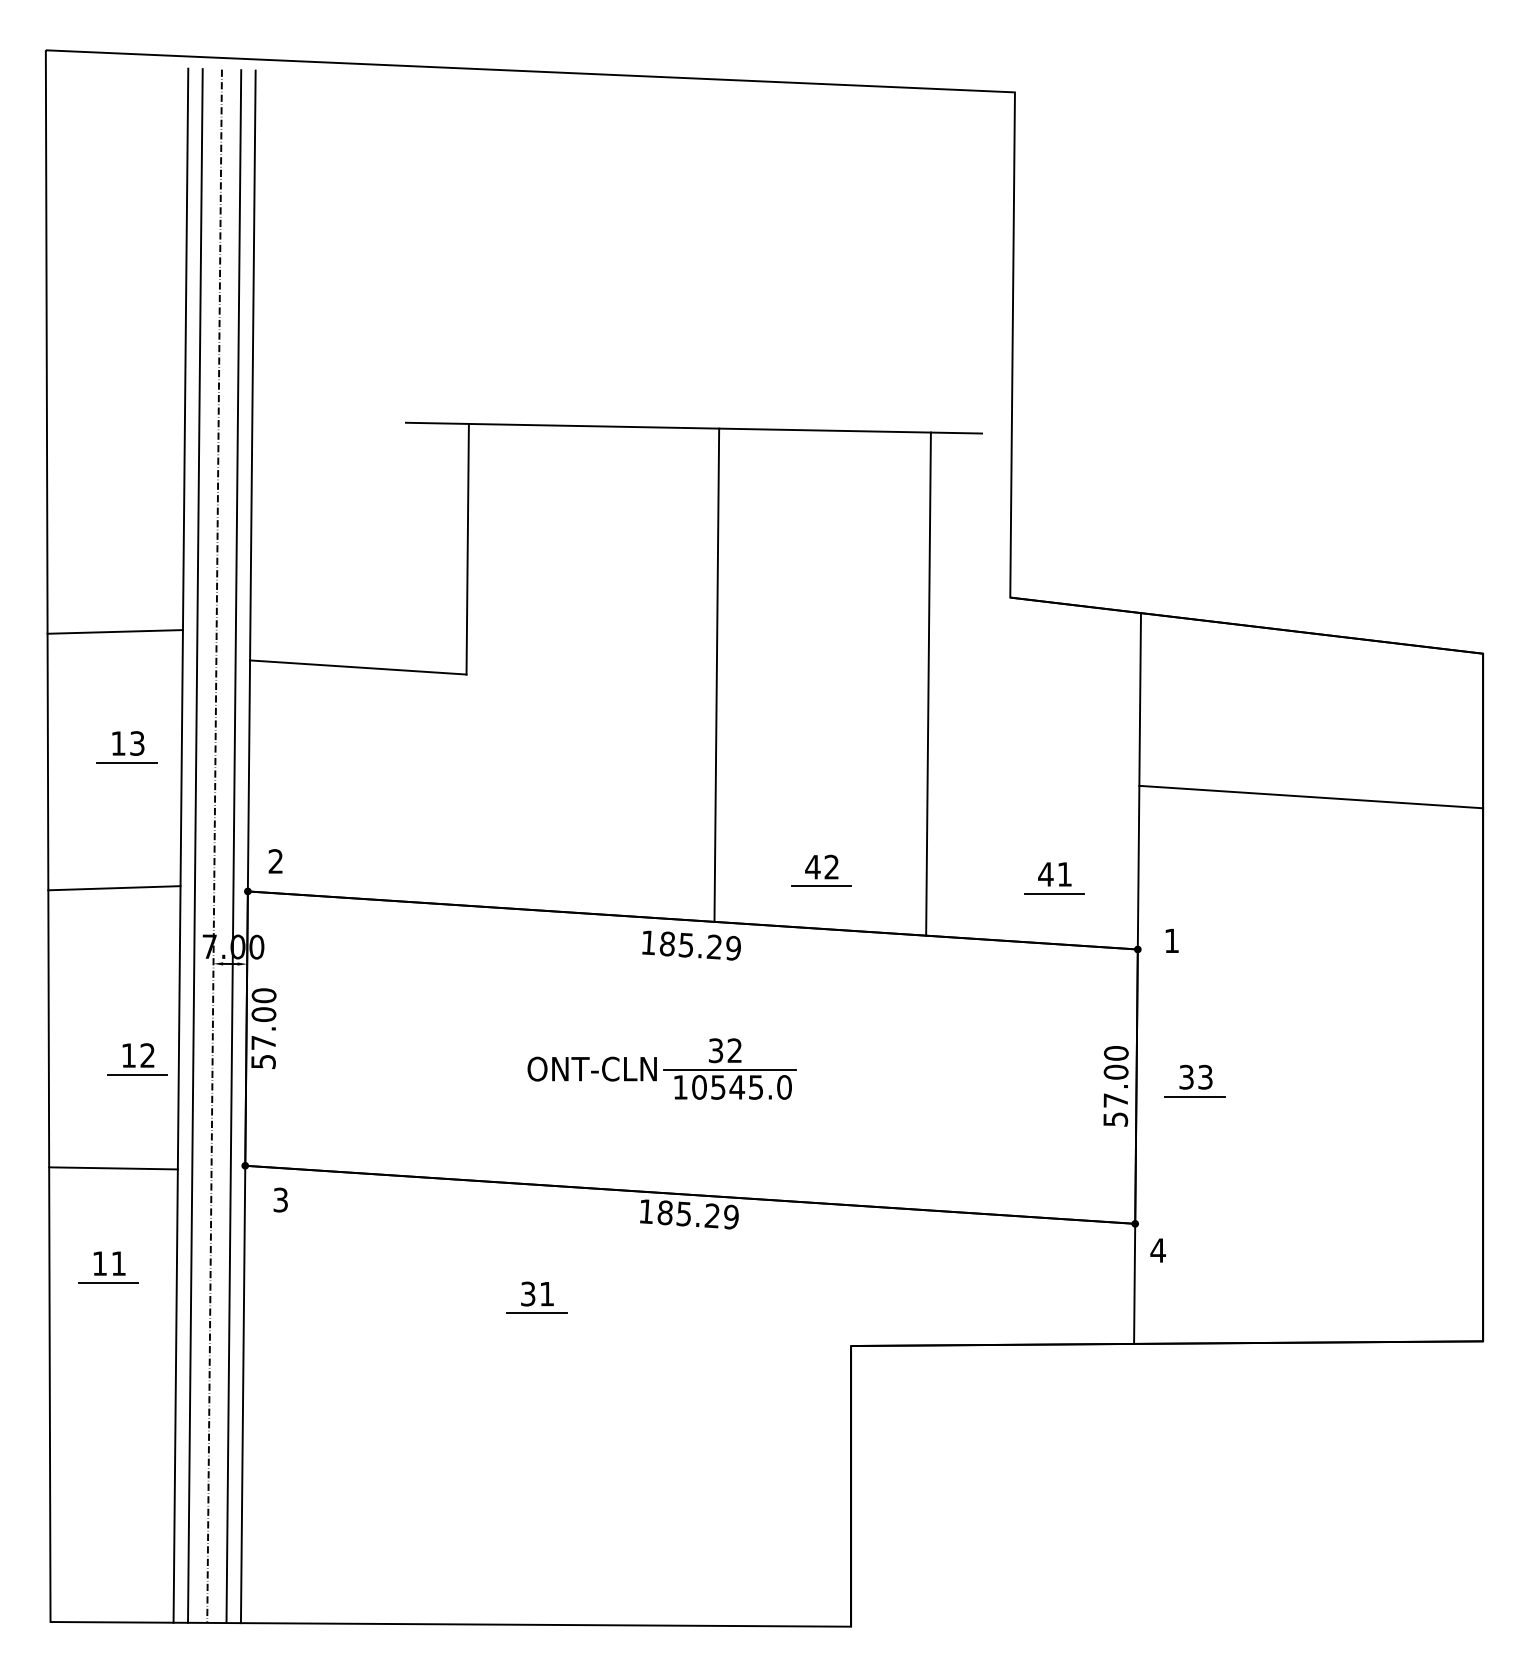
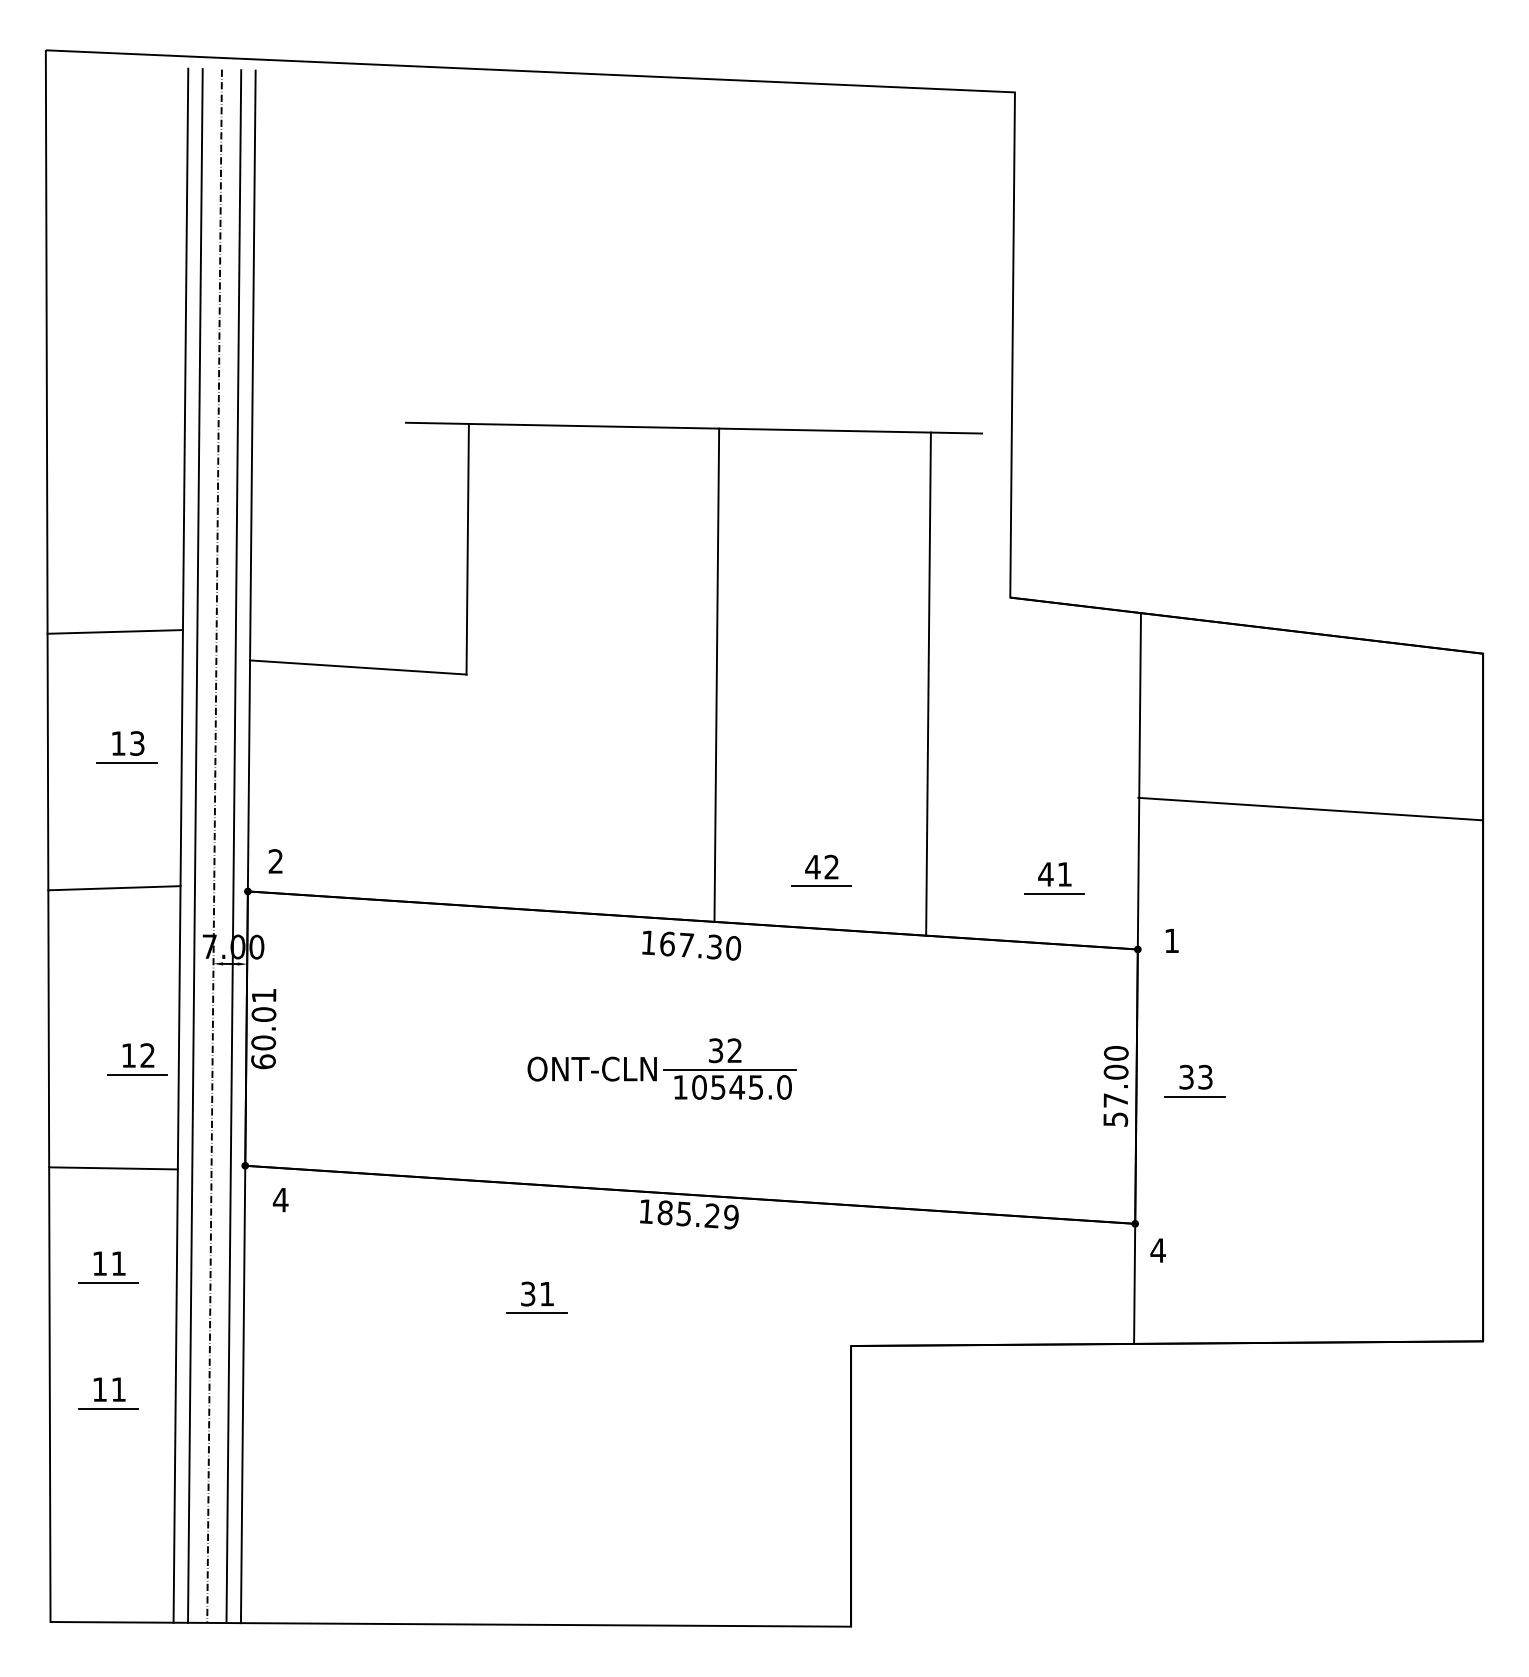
line at (1311, 796) position: (1311, 796) -> (1310, 808)
text at (700, 945): 185.29 -> 167.30
text at (263, 1028): 57.00 -> 60.01
text at (280, 1199): 3 -> 4
part at (106, 1399): none -> present
